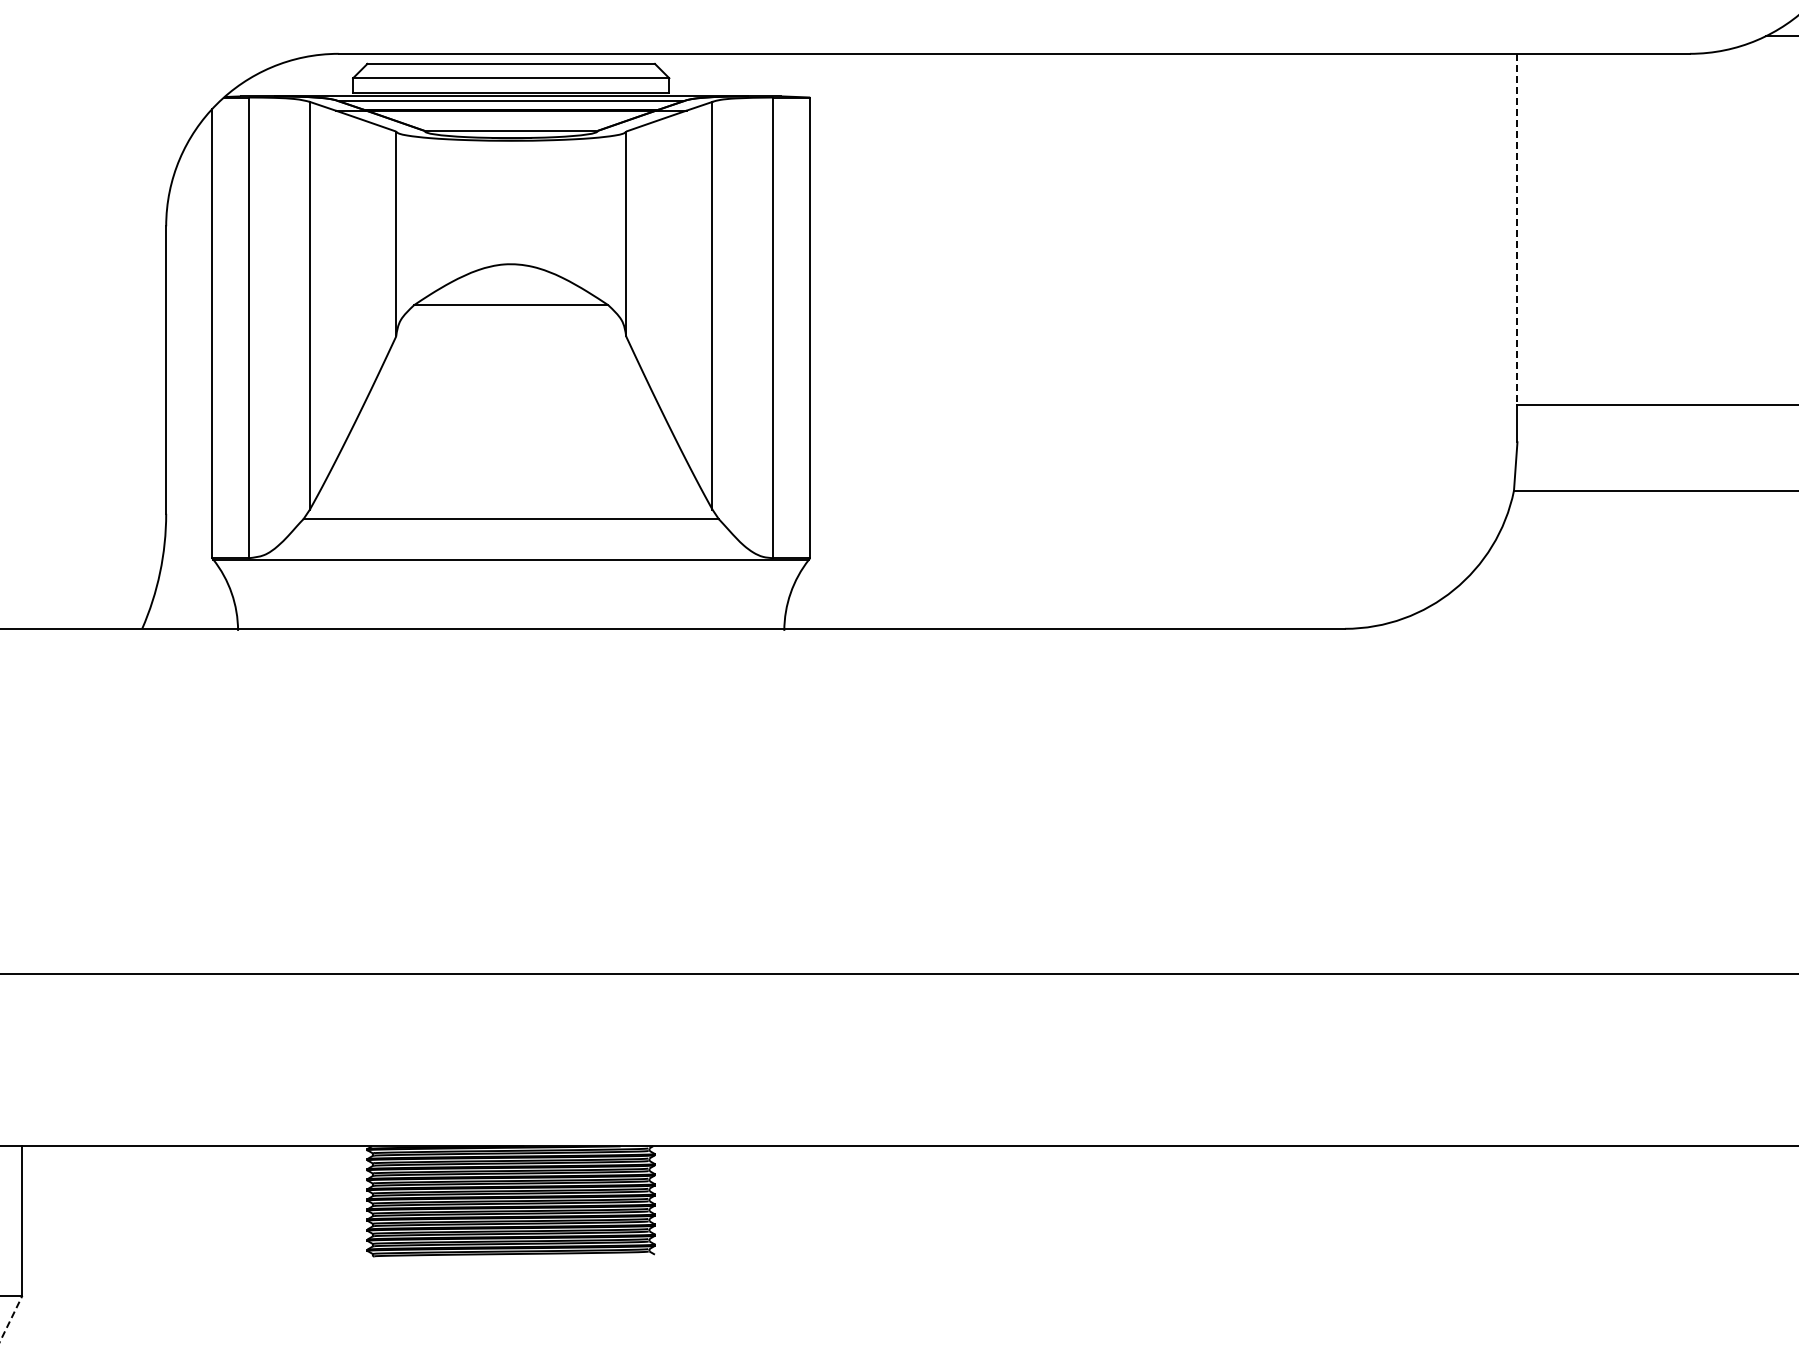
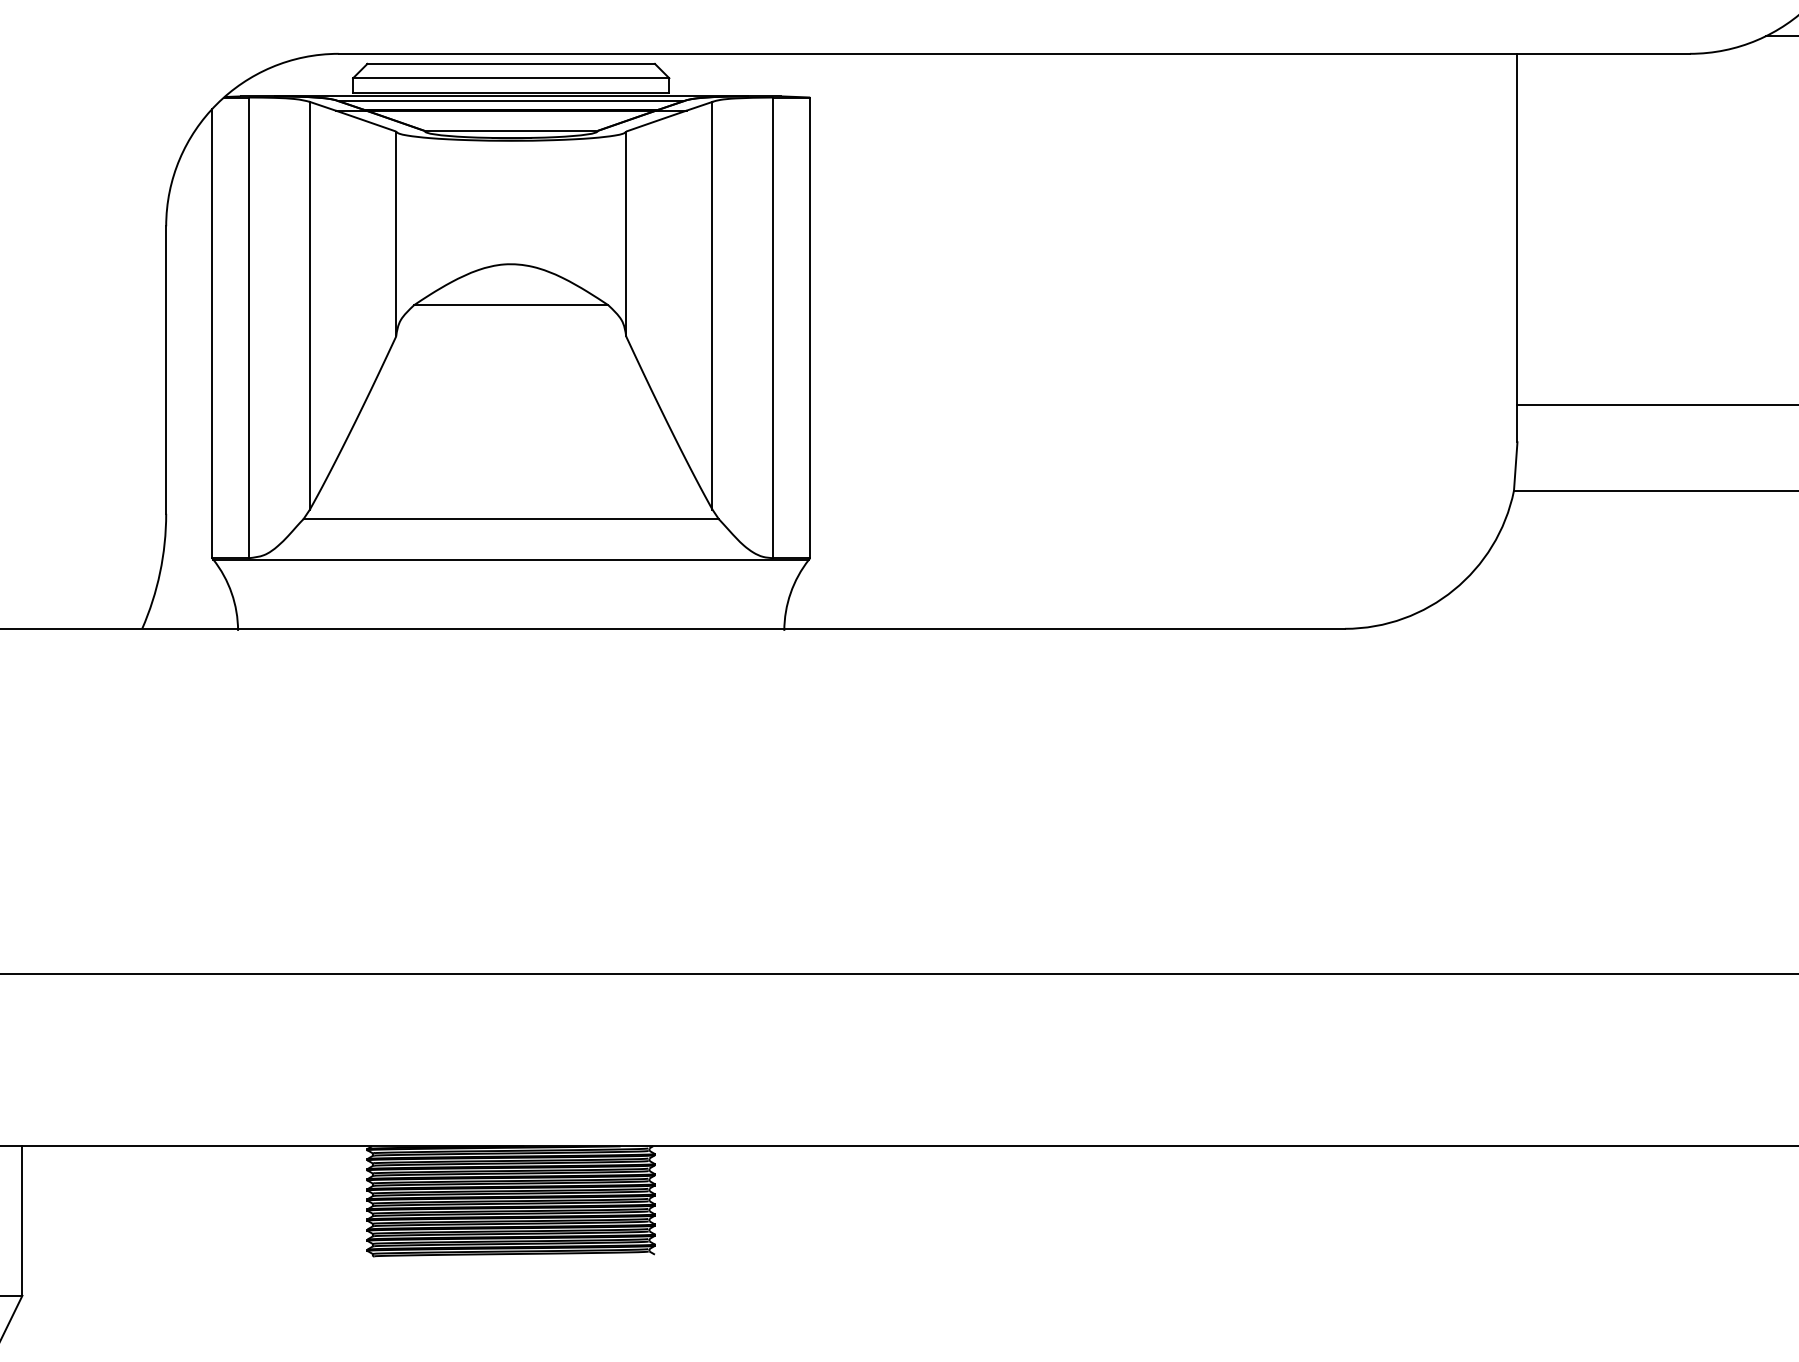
line at (1517, 229): dashed -> solid
line at (11, 1318): dashed -> solid
